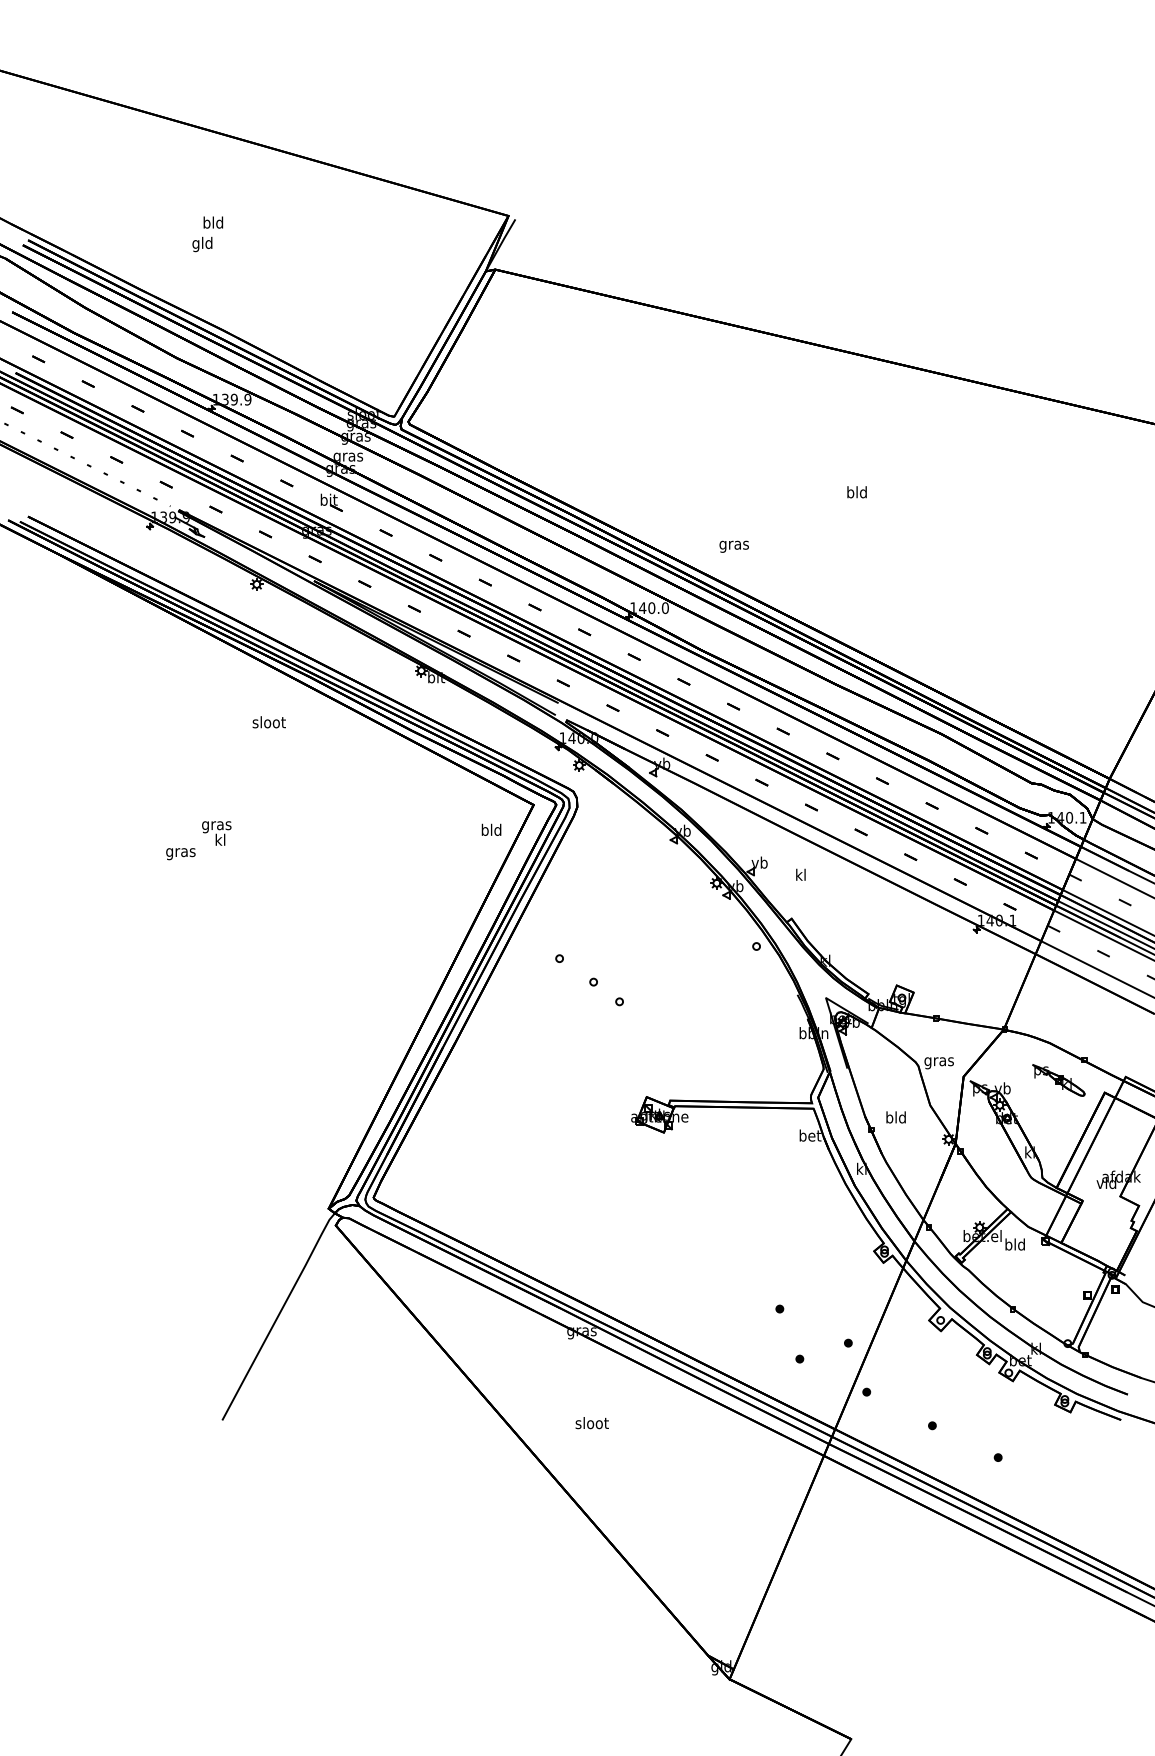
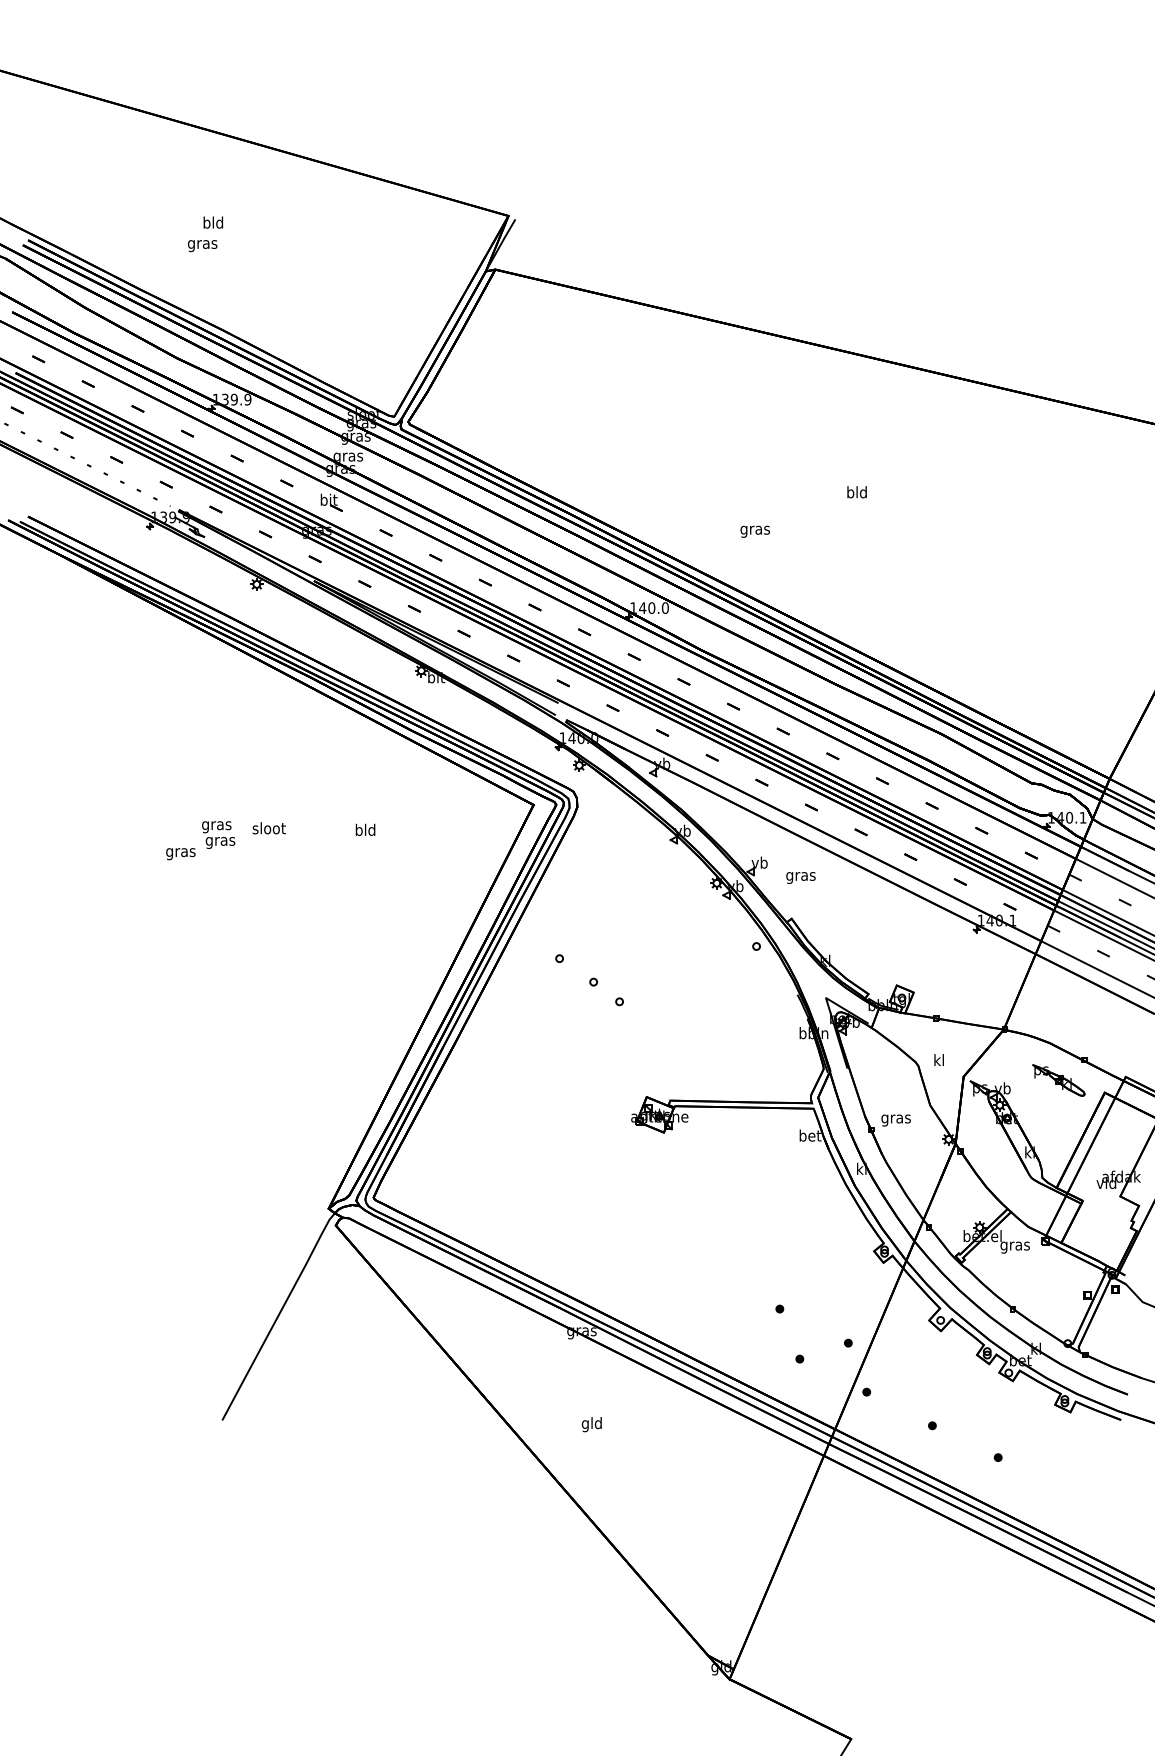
text at (202, 244): gld -> gras
text at (733, 546) position: (733, 546) -> (754, 531)
text at (268, 722) position: (268, 722) -> (268, 828)
text at (491, 829) position: (491, 829) -> (365, 829)
text at (220, 840): kl -> gras
text at (800, 876): kl -> gras
text at (938, 1061): gras -> kl
text at (895, 1118): bld -> gras
text at (1014, 1245): bld -> gras
text at (591, 1424): sloot -> gld
